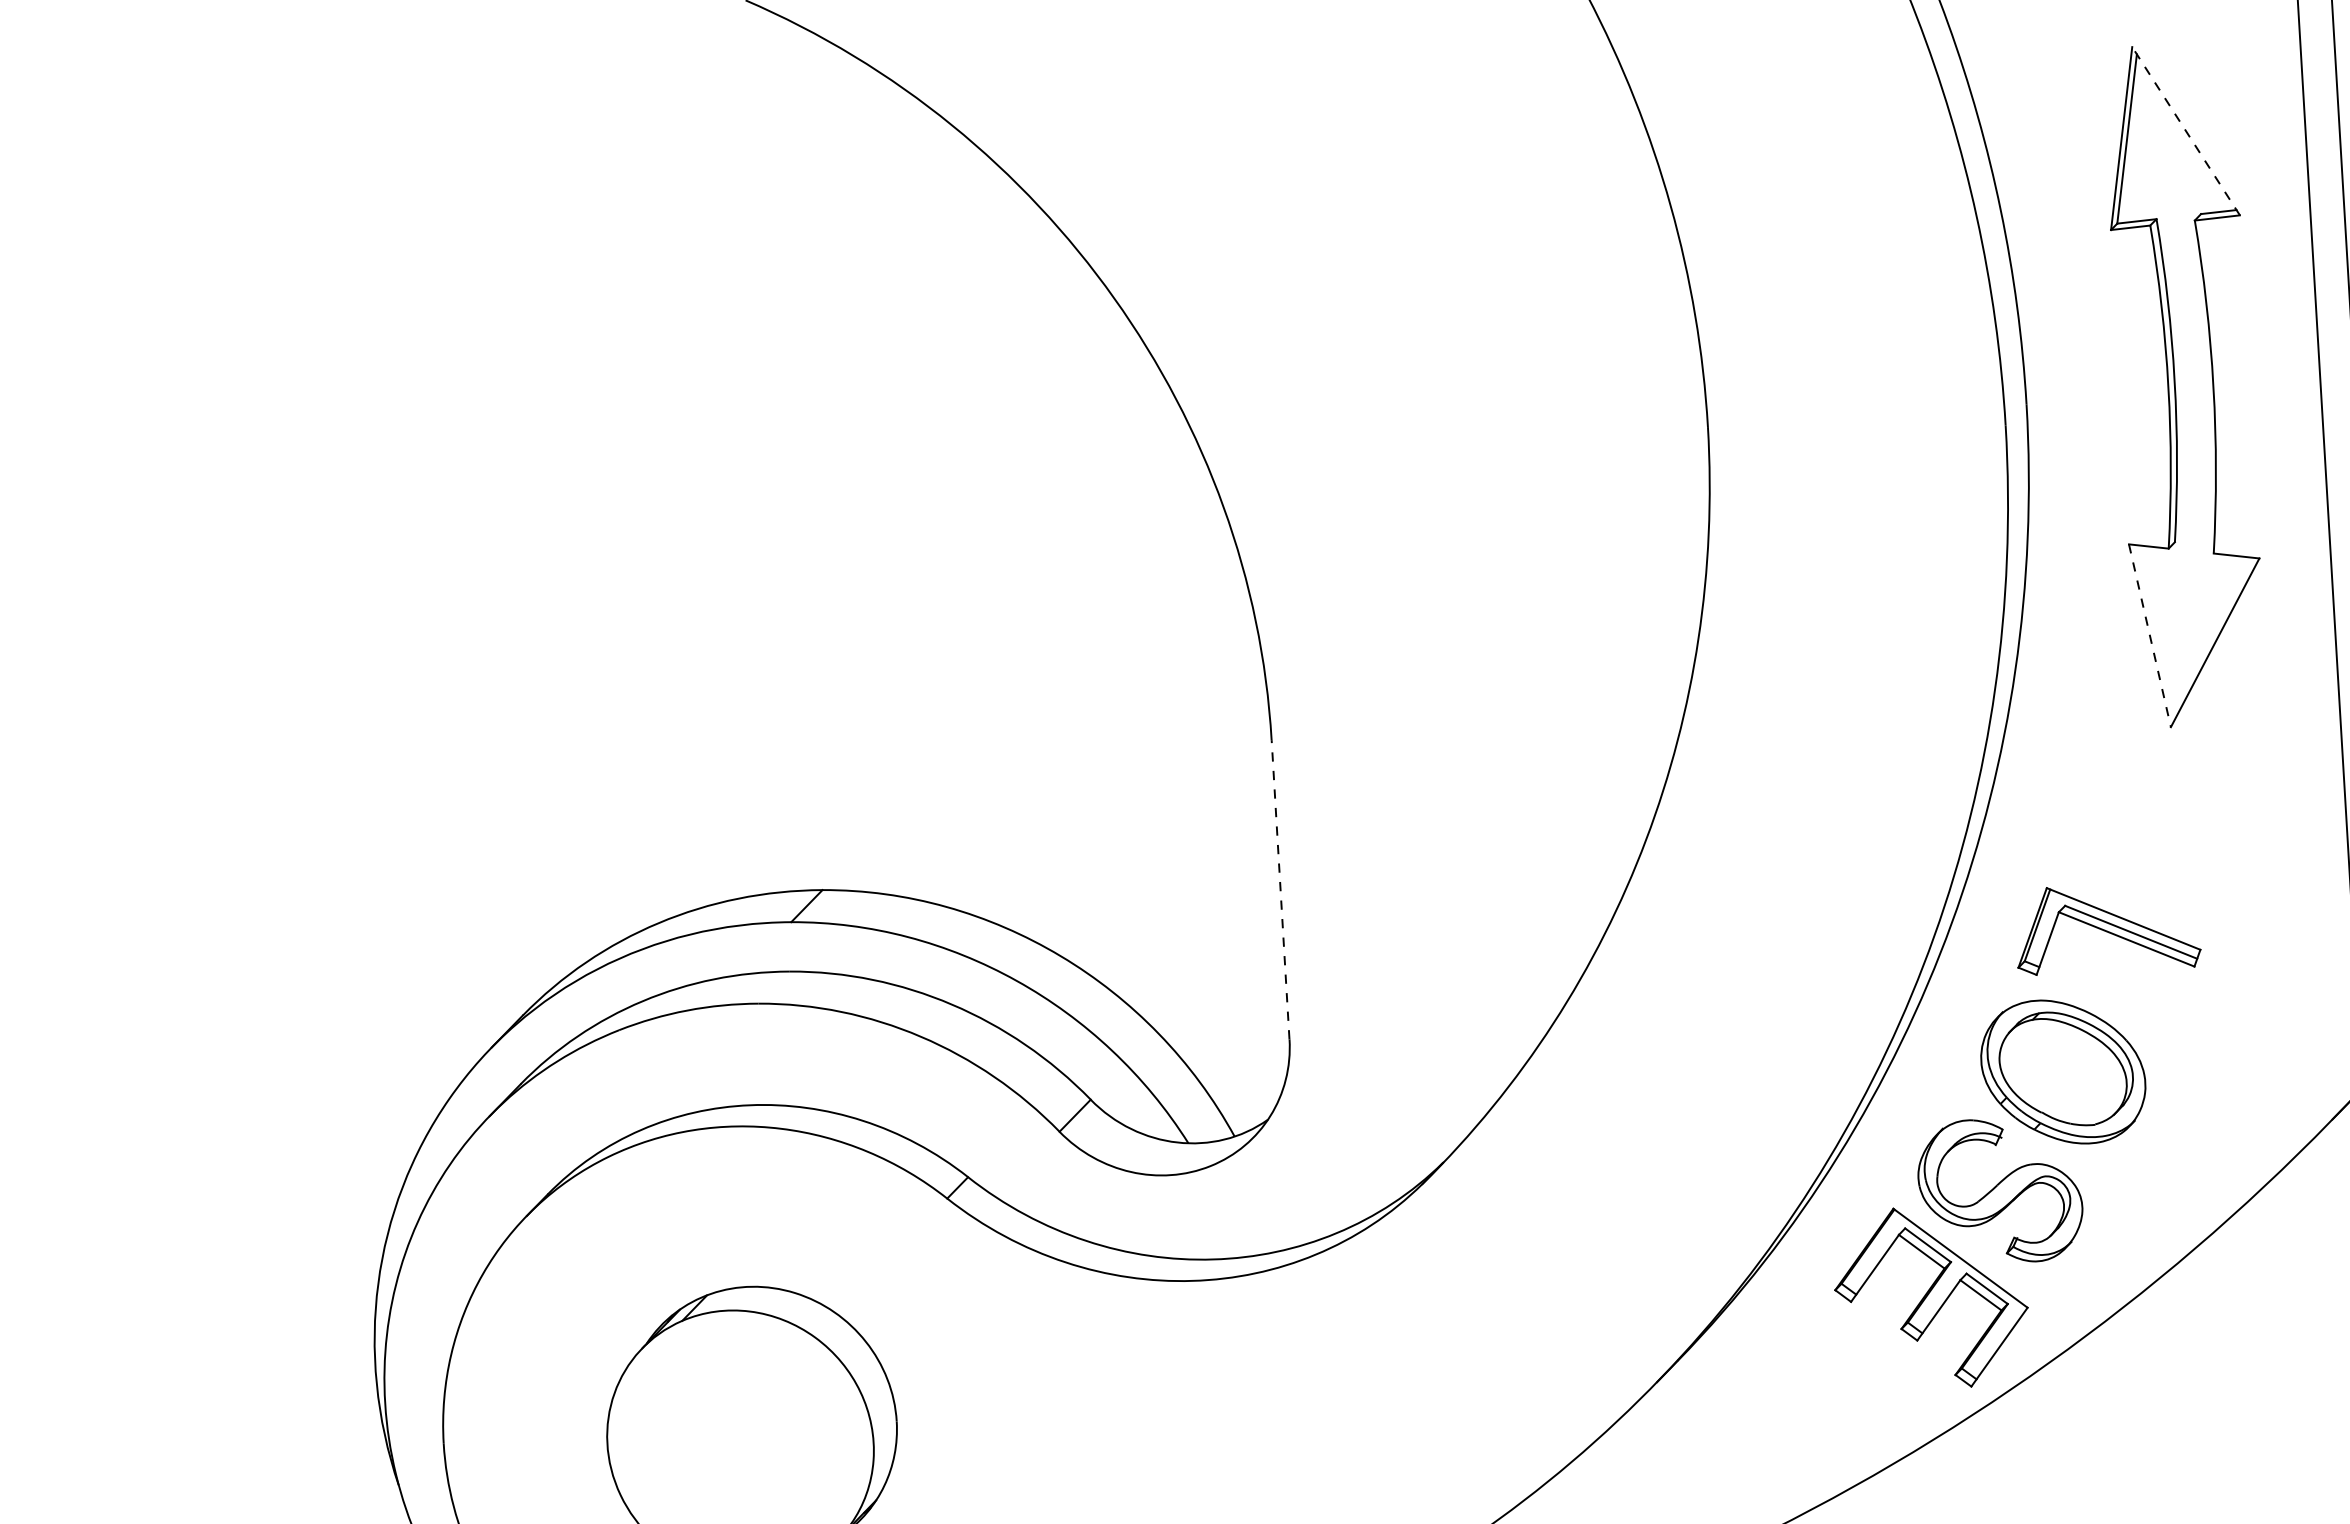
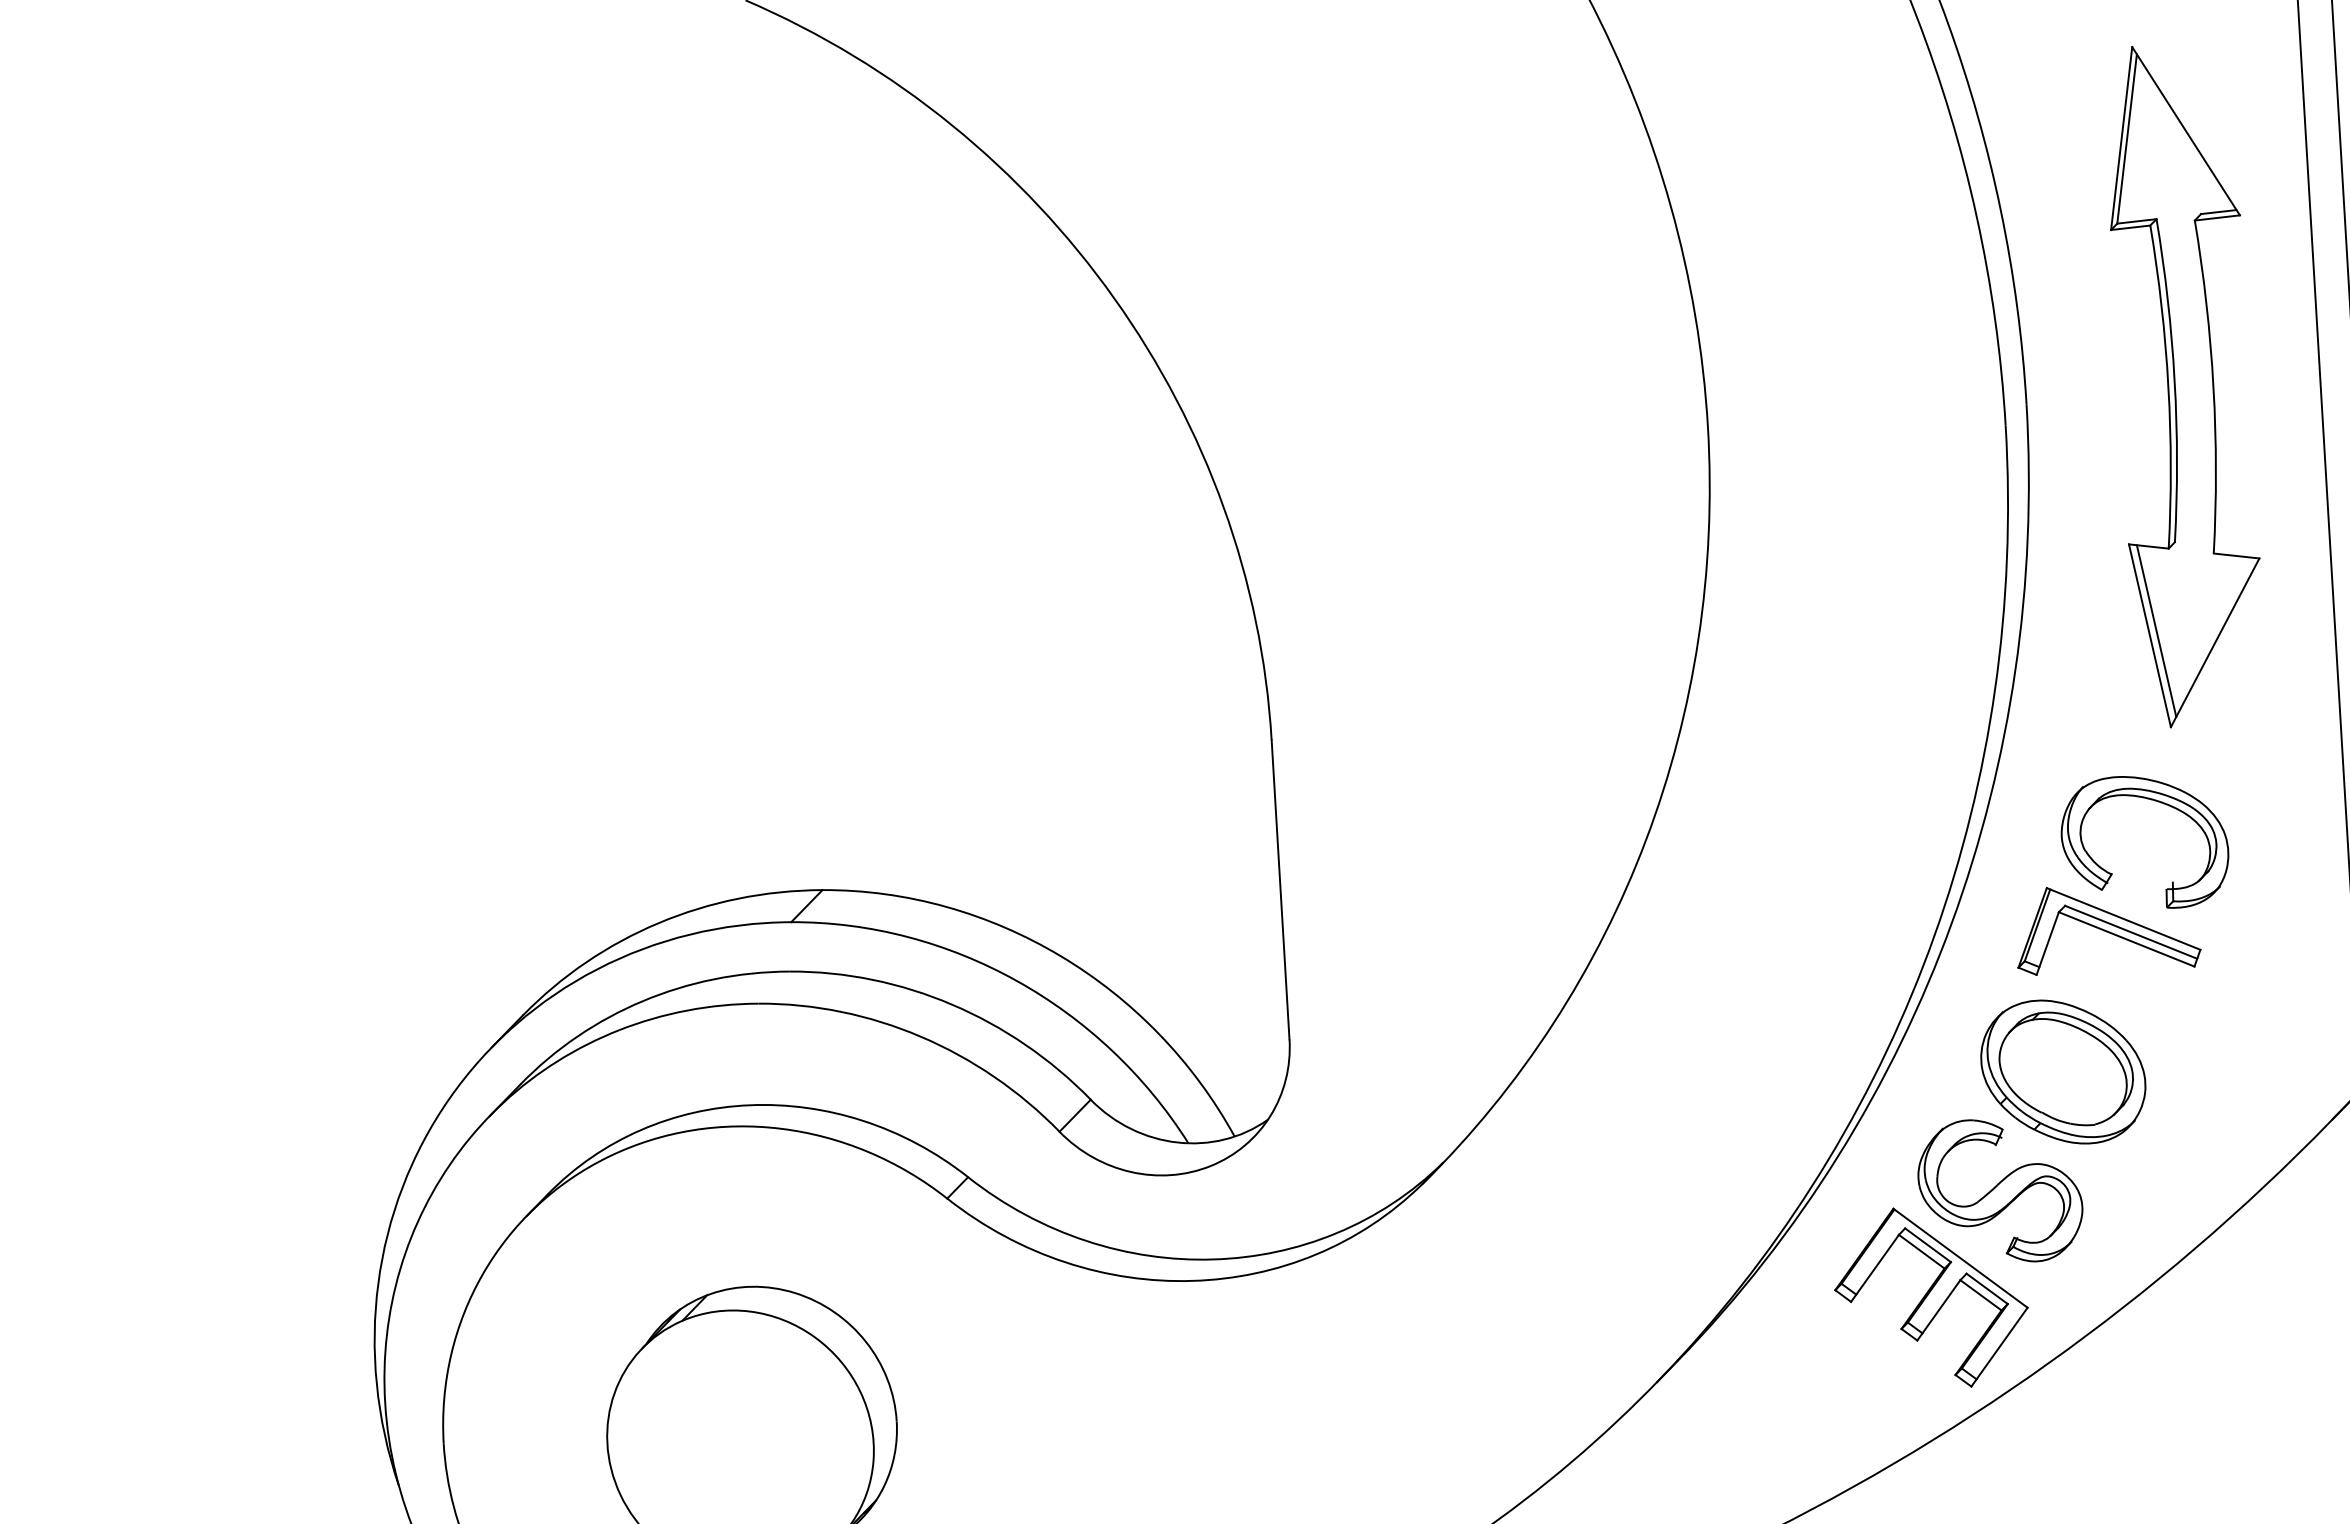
line at (2186, 131): dashed -> solid
line at (2156, 630): none -> present
line at (2149, 635): dashed -> solid
part at (2154, 801): none -> present
line at (1280, 889): dashed -> solid
